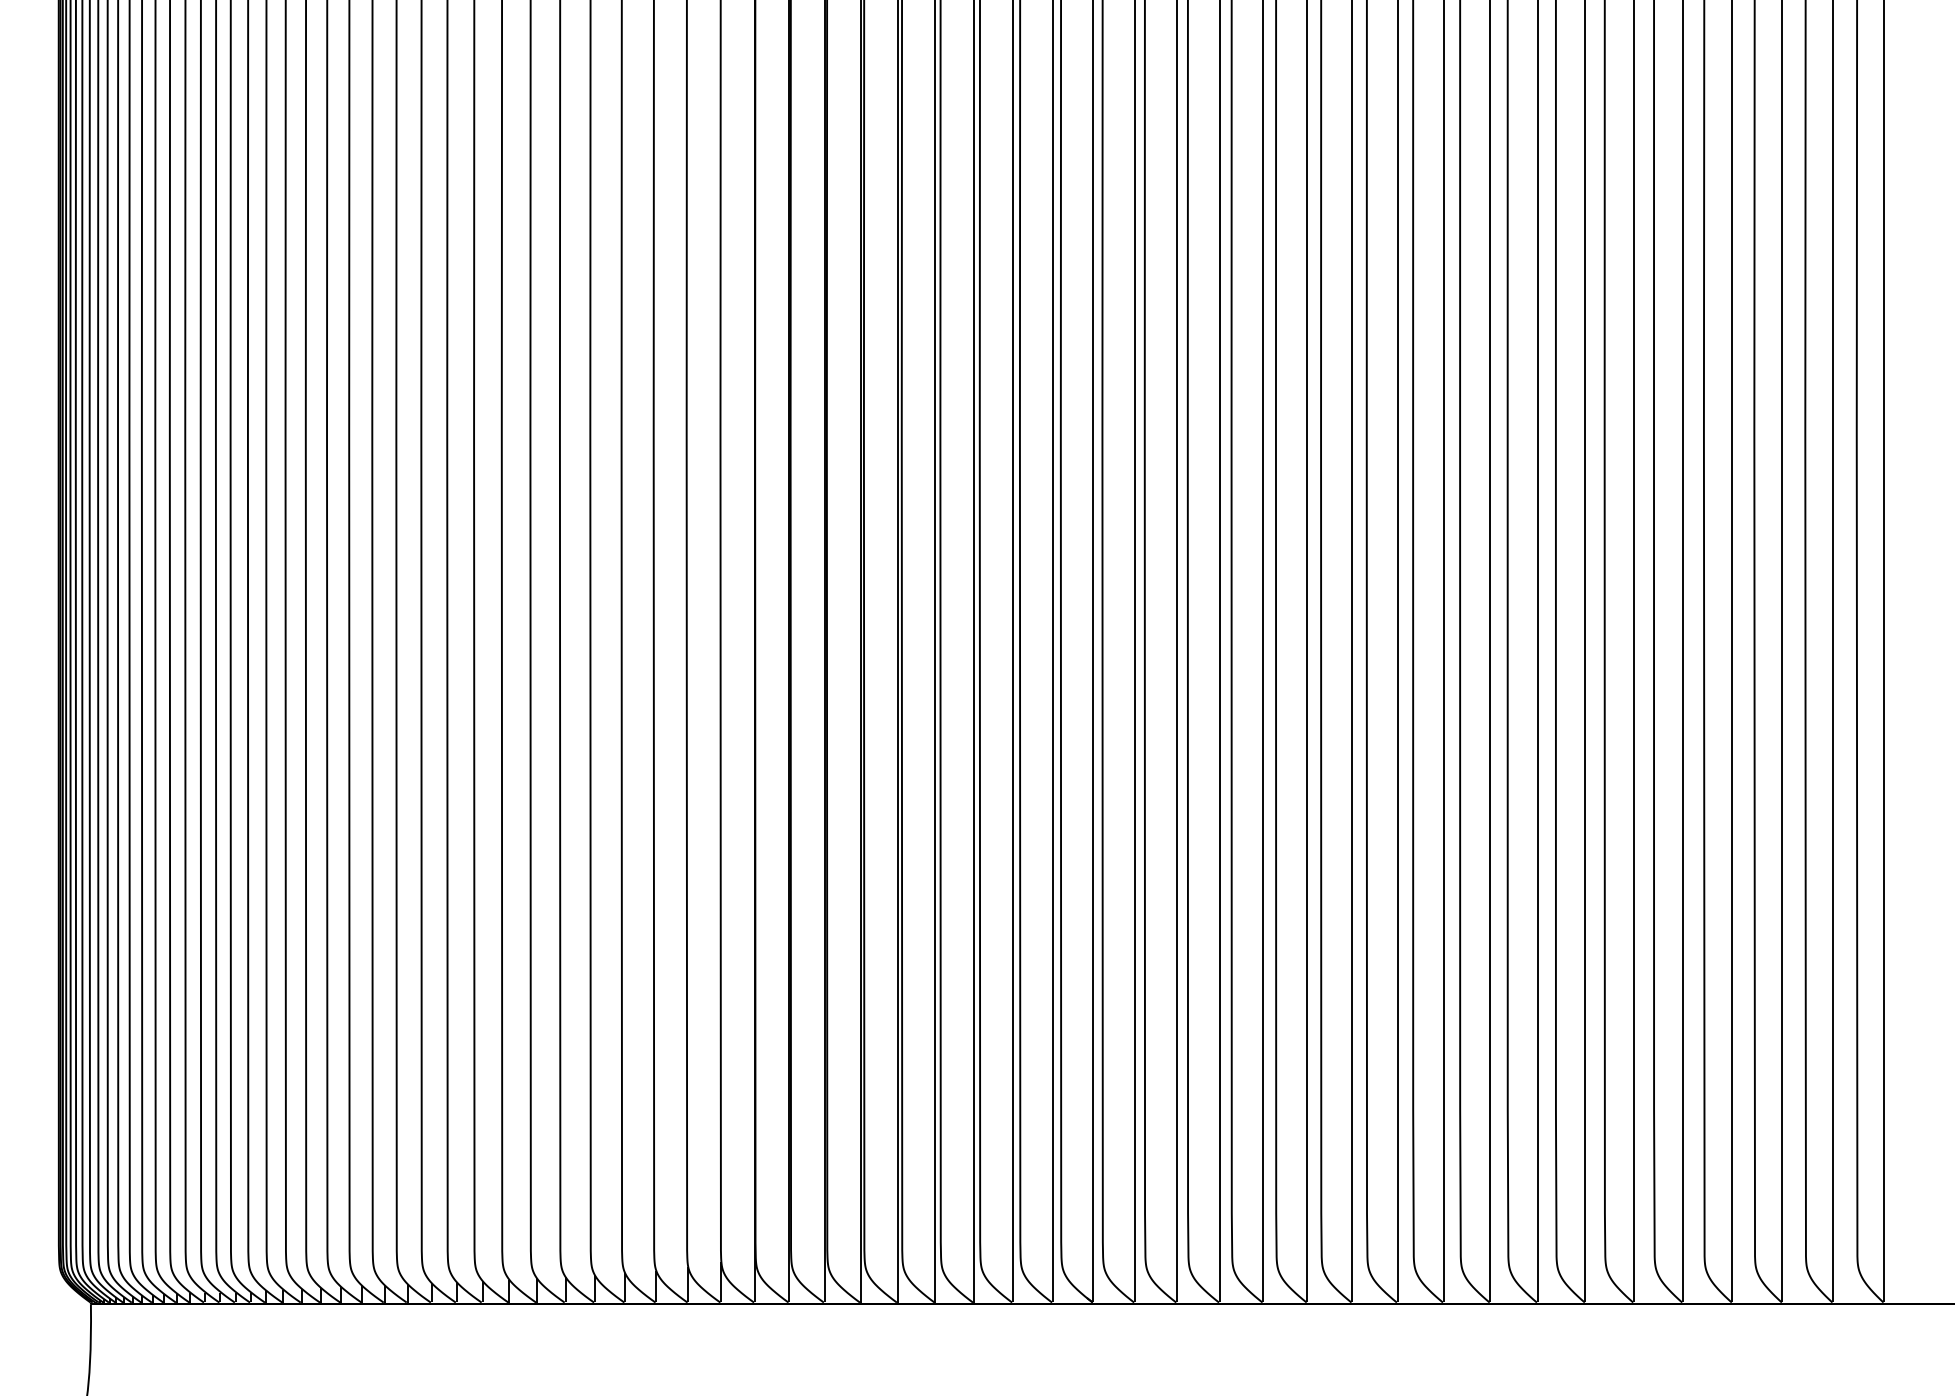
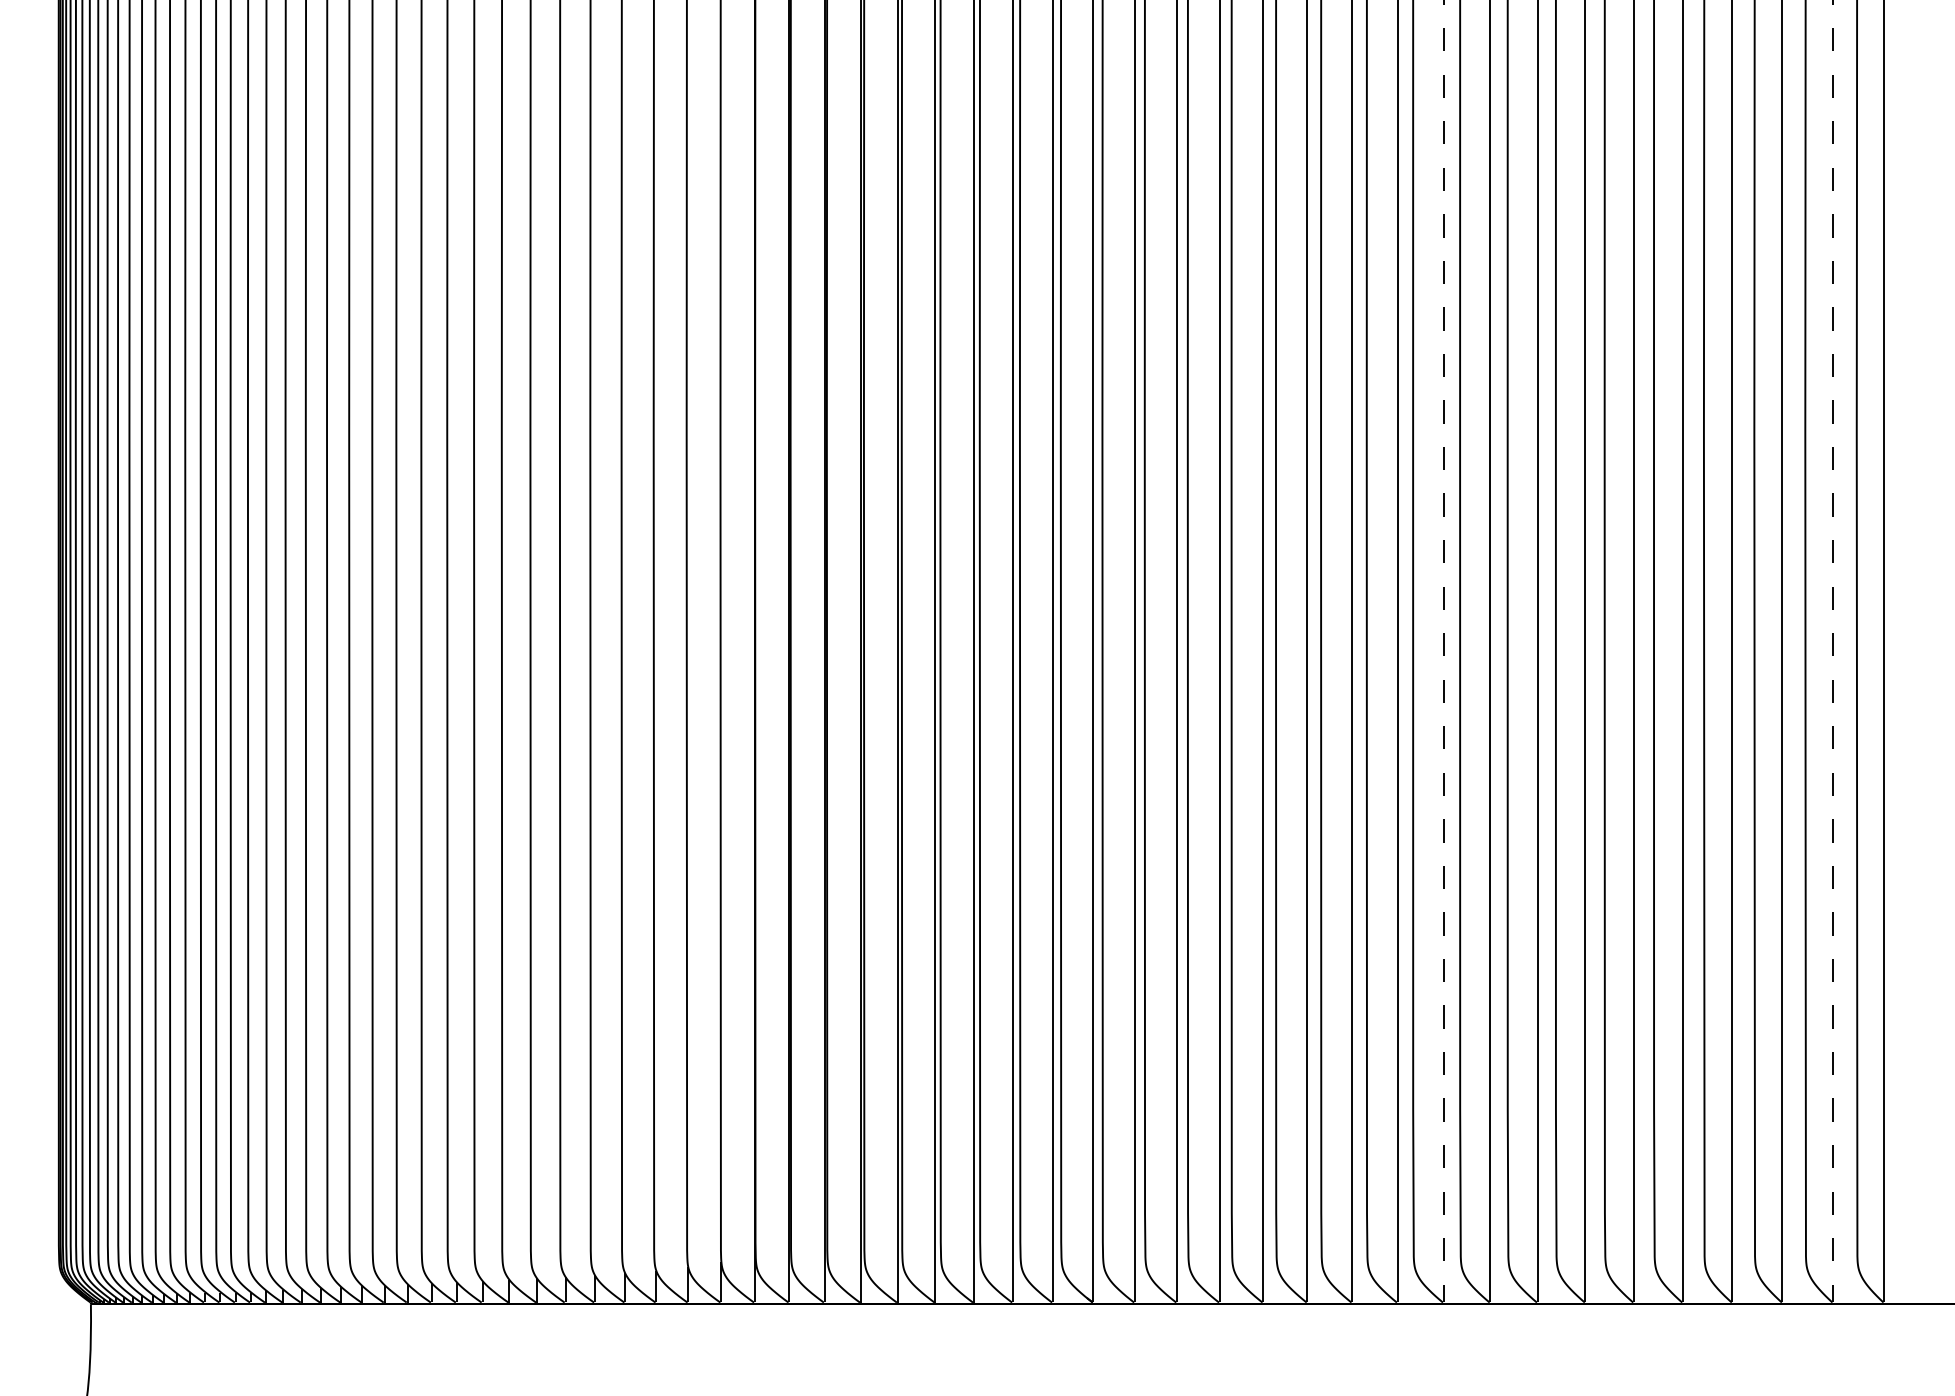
line at (1443, 651): solid -> dashed
line at (1832, 651): solid -> dashed
